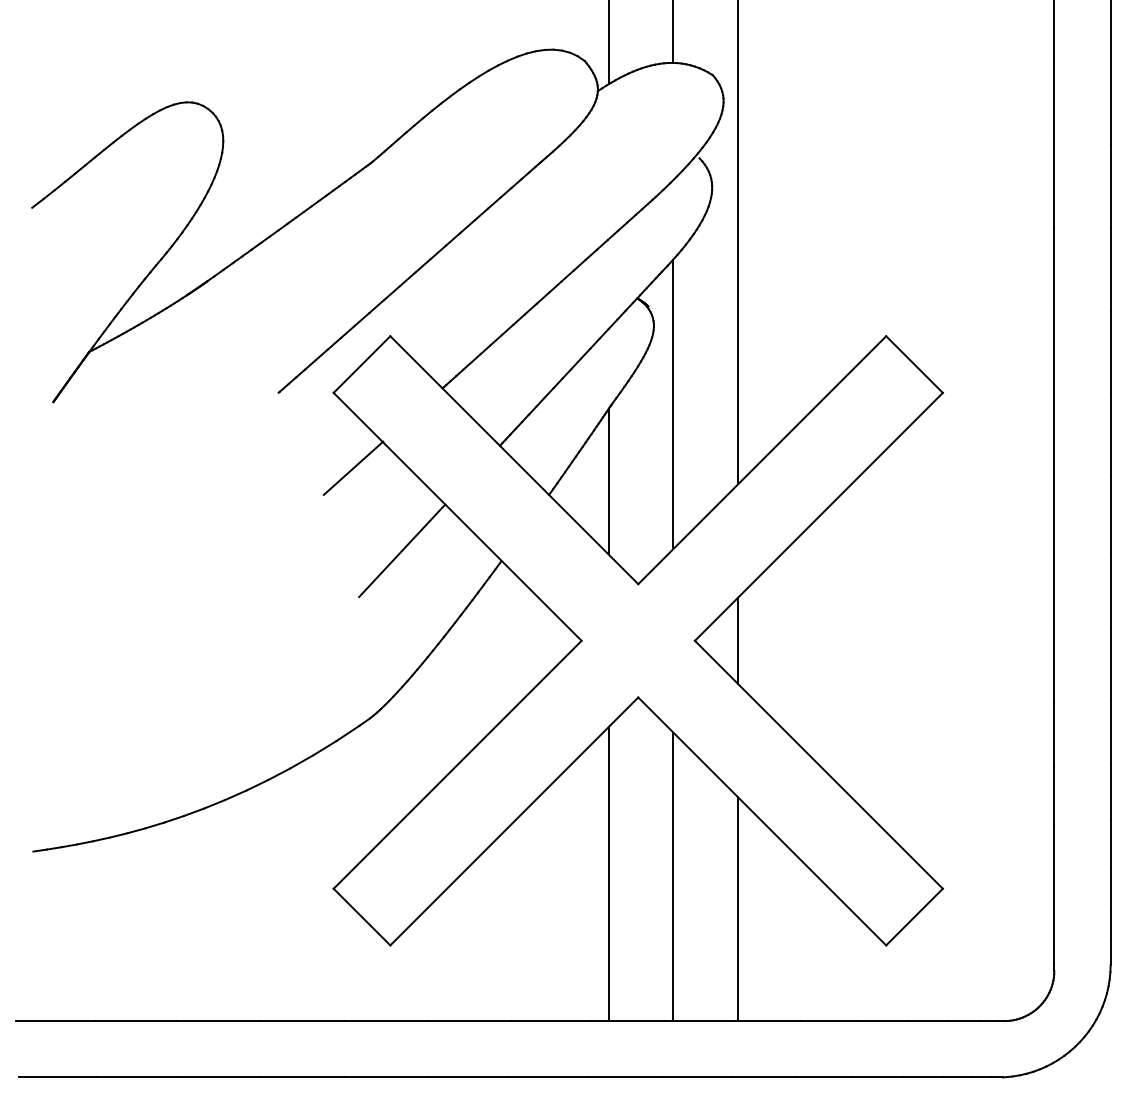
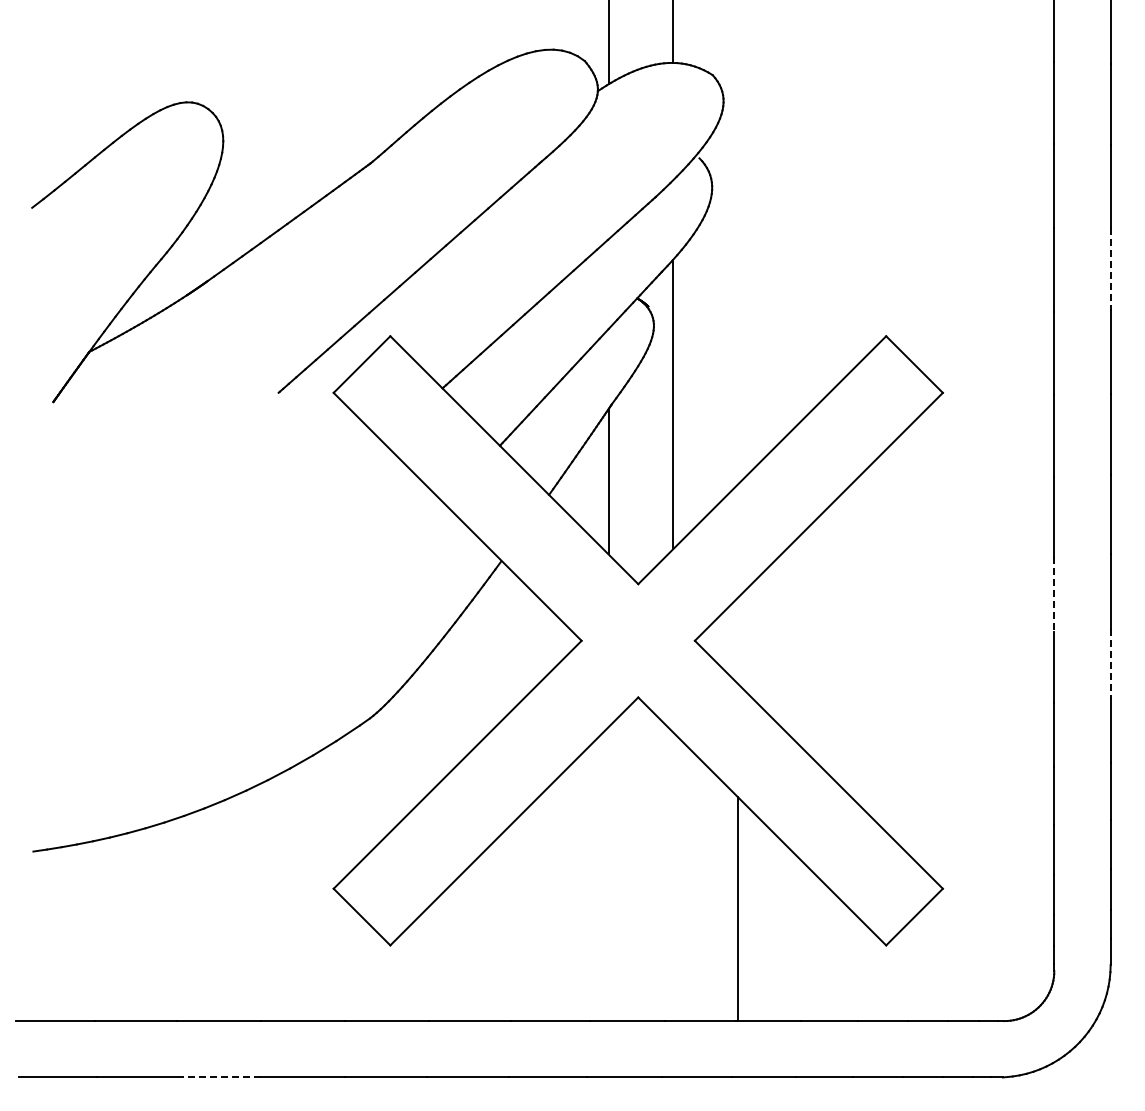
line at (738, 243): present -> none
line at (1110, 269): solid -> dashed
line at (353, 467): present -> none
line at (402, 550): present -> none
line at (1054, 594): solid -> dashed
line at (738, 640): present -> none
line at (1110, 664): solid -> dashed
line at (608, 874): present -> none
line at (673, 876): present -> none
line at (219, 1077): solid -> dashed
